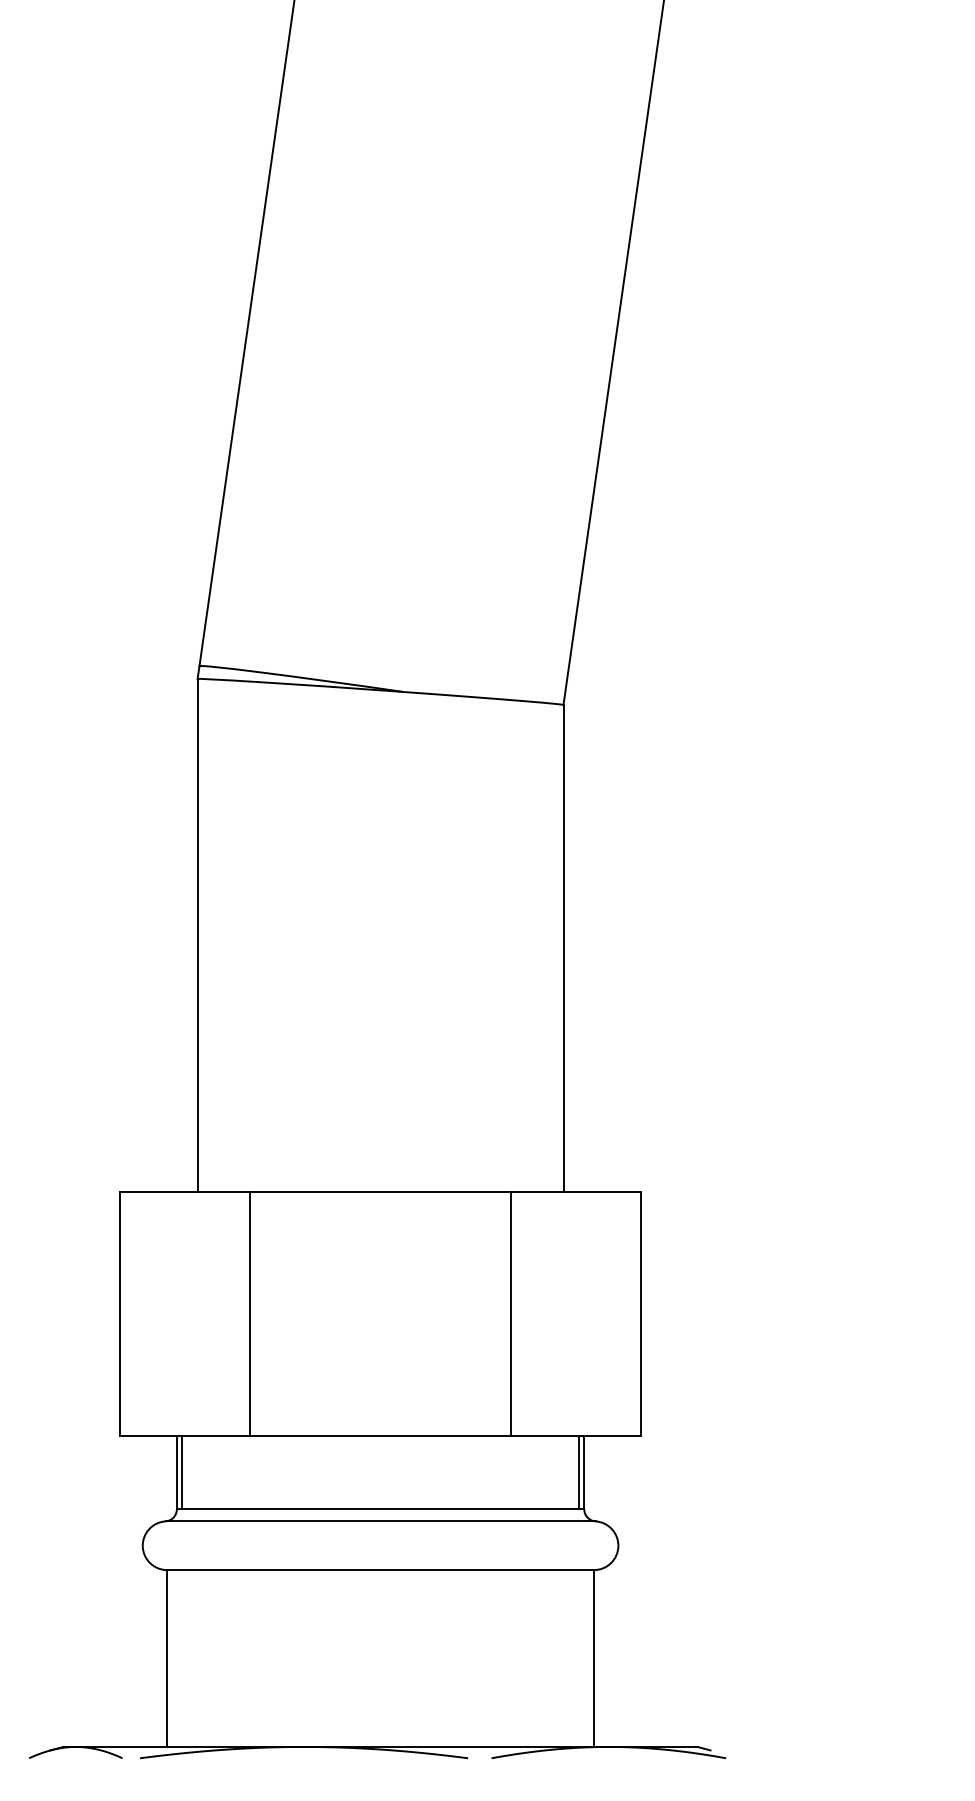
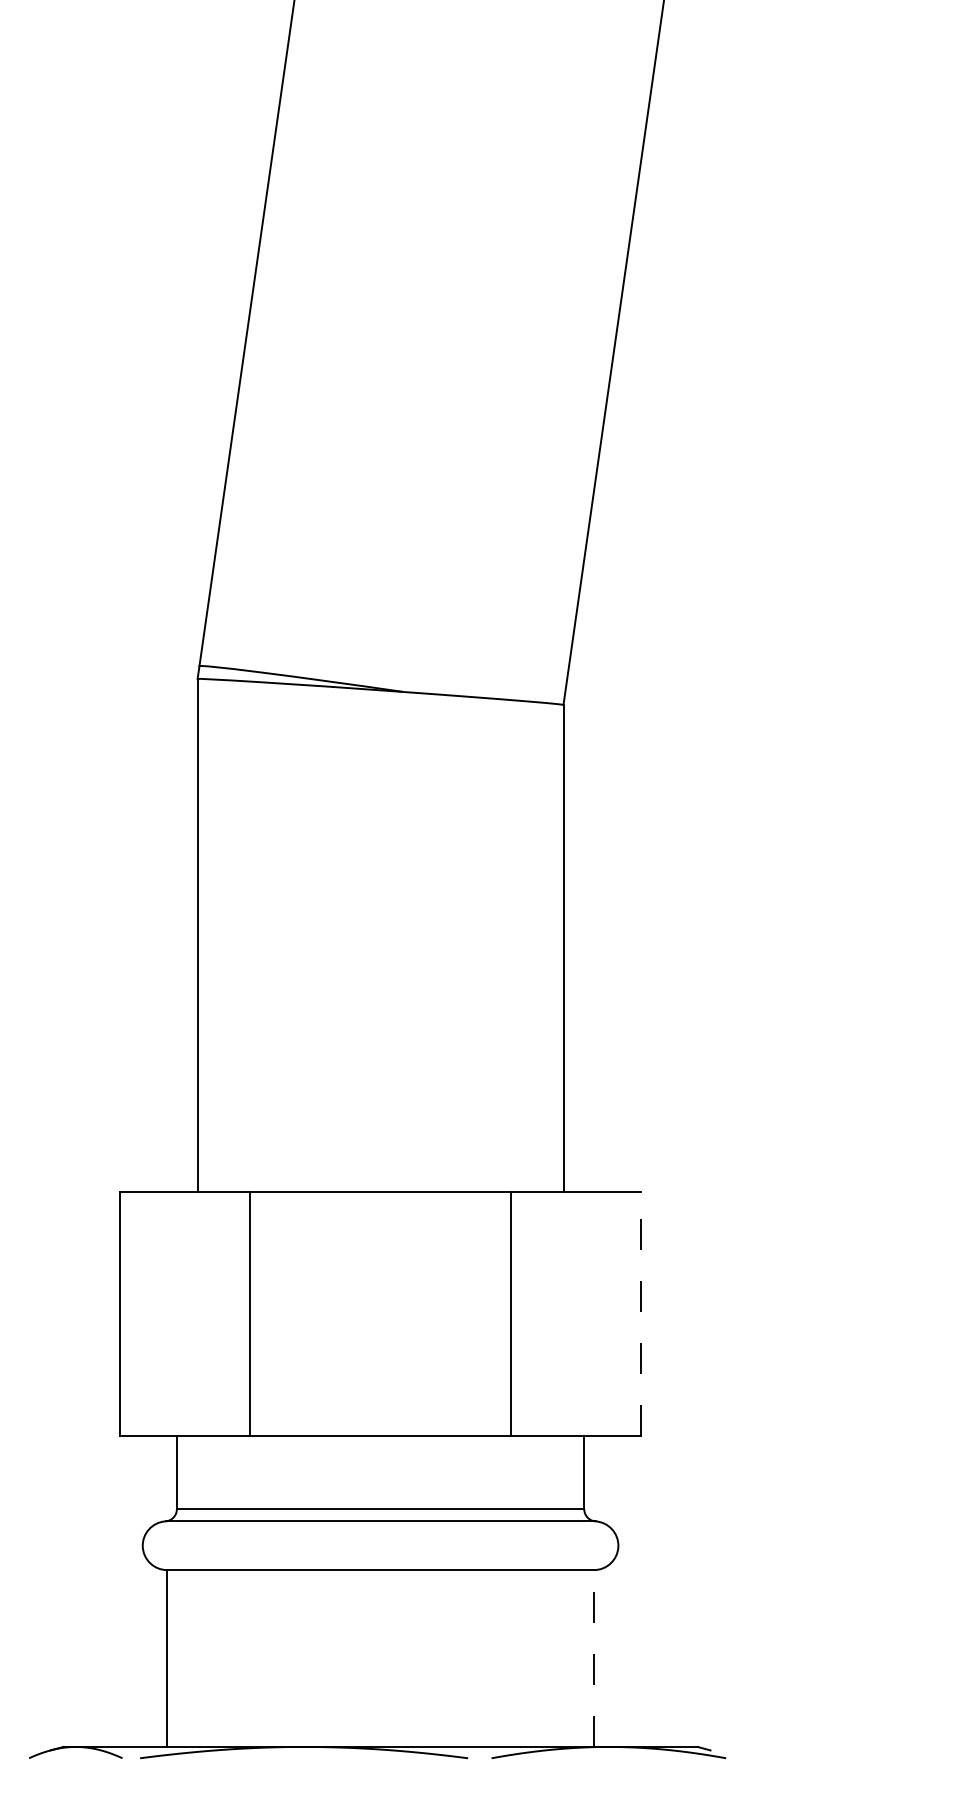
line at (641, 1314): solid -> dashed
line at (181, 1472): present -> none
line at (579, 1472): present -> none
line at (594, 1658): solid -> dashed
